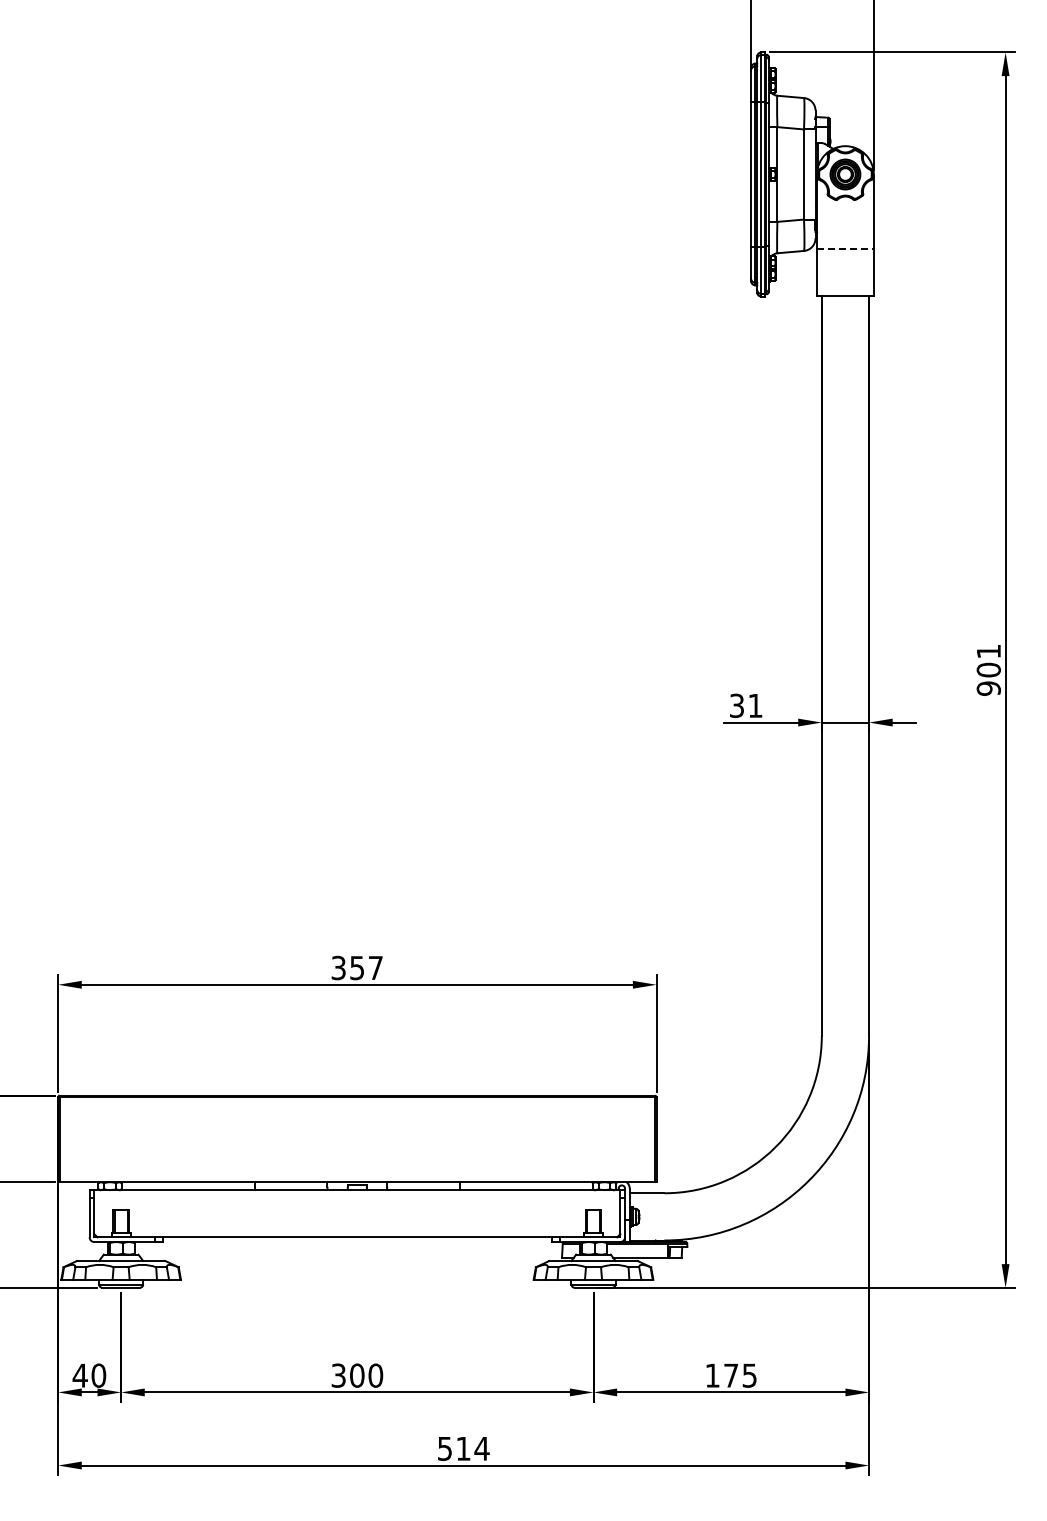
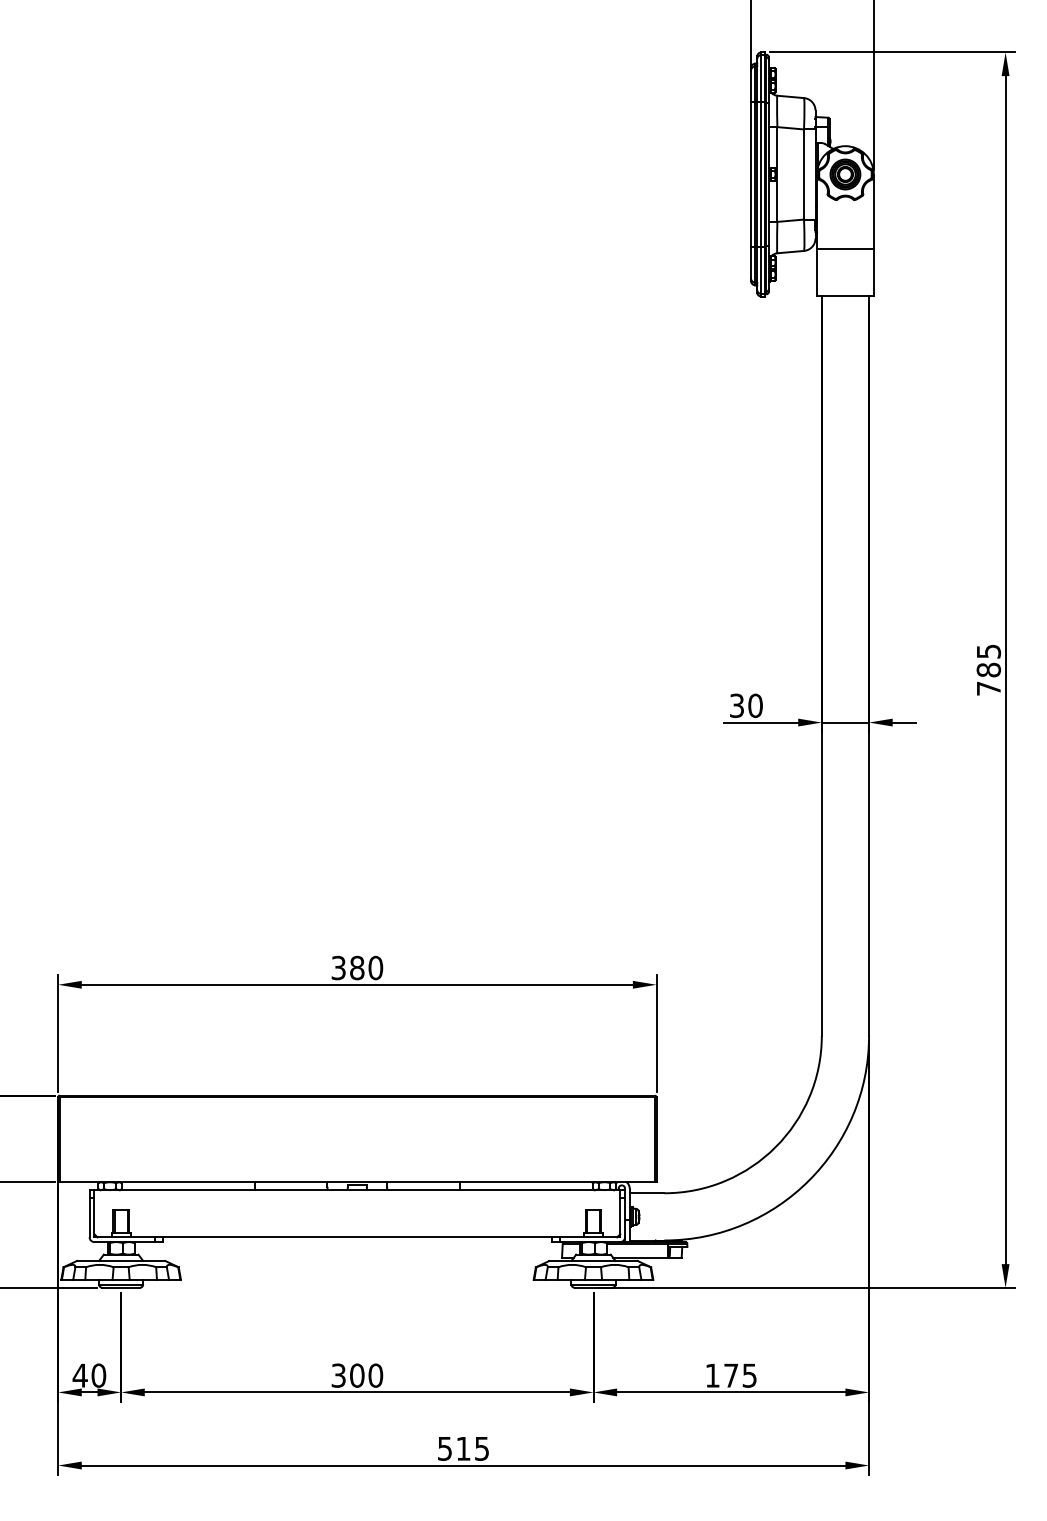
line at (845, 248): dashed -> solid
text at (988, 669): 901 -> 785
text at (755, 705): 31 -> 30
text at (366, 967): 357 -> 380
text at (481, 1448): 514 -> 515
